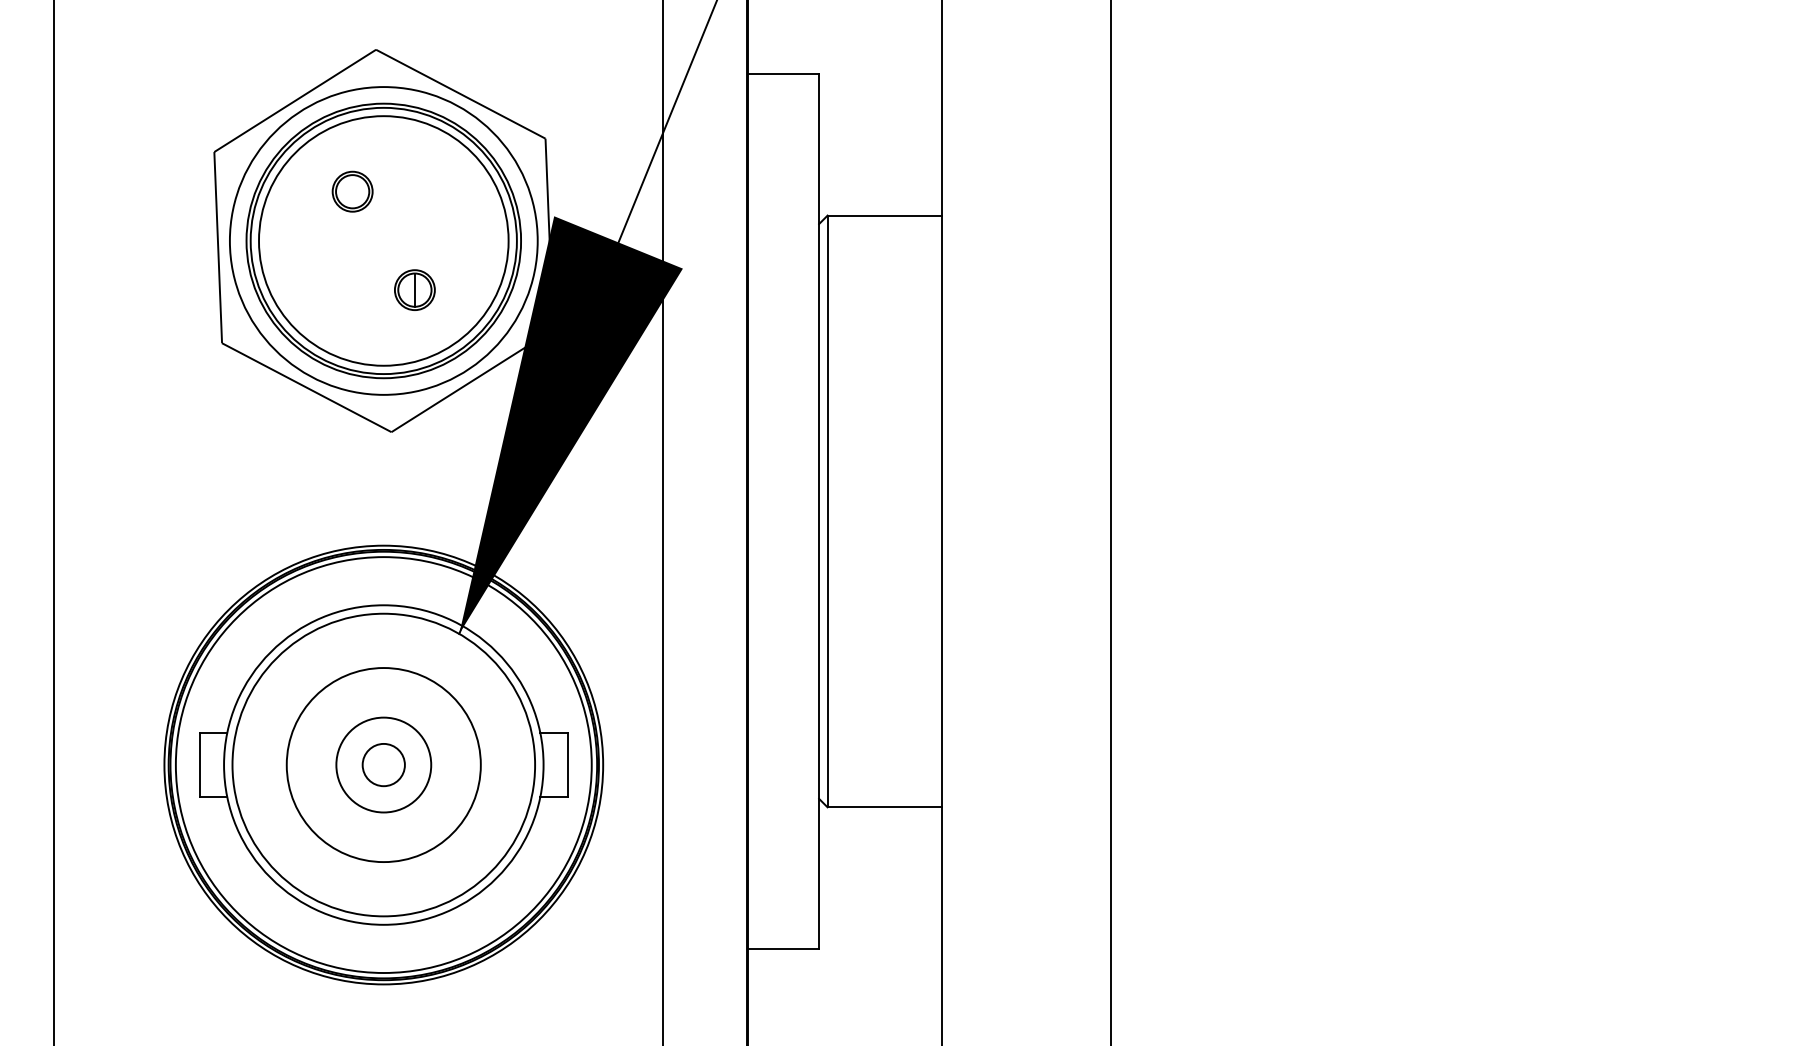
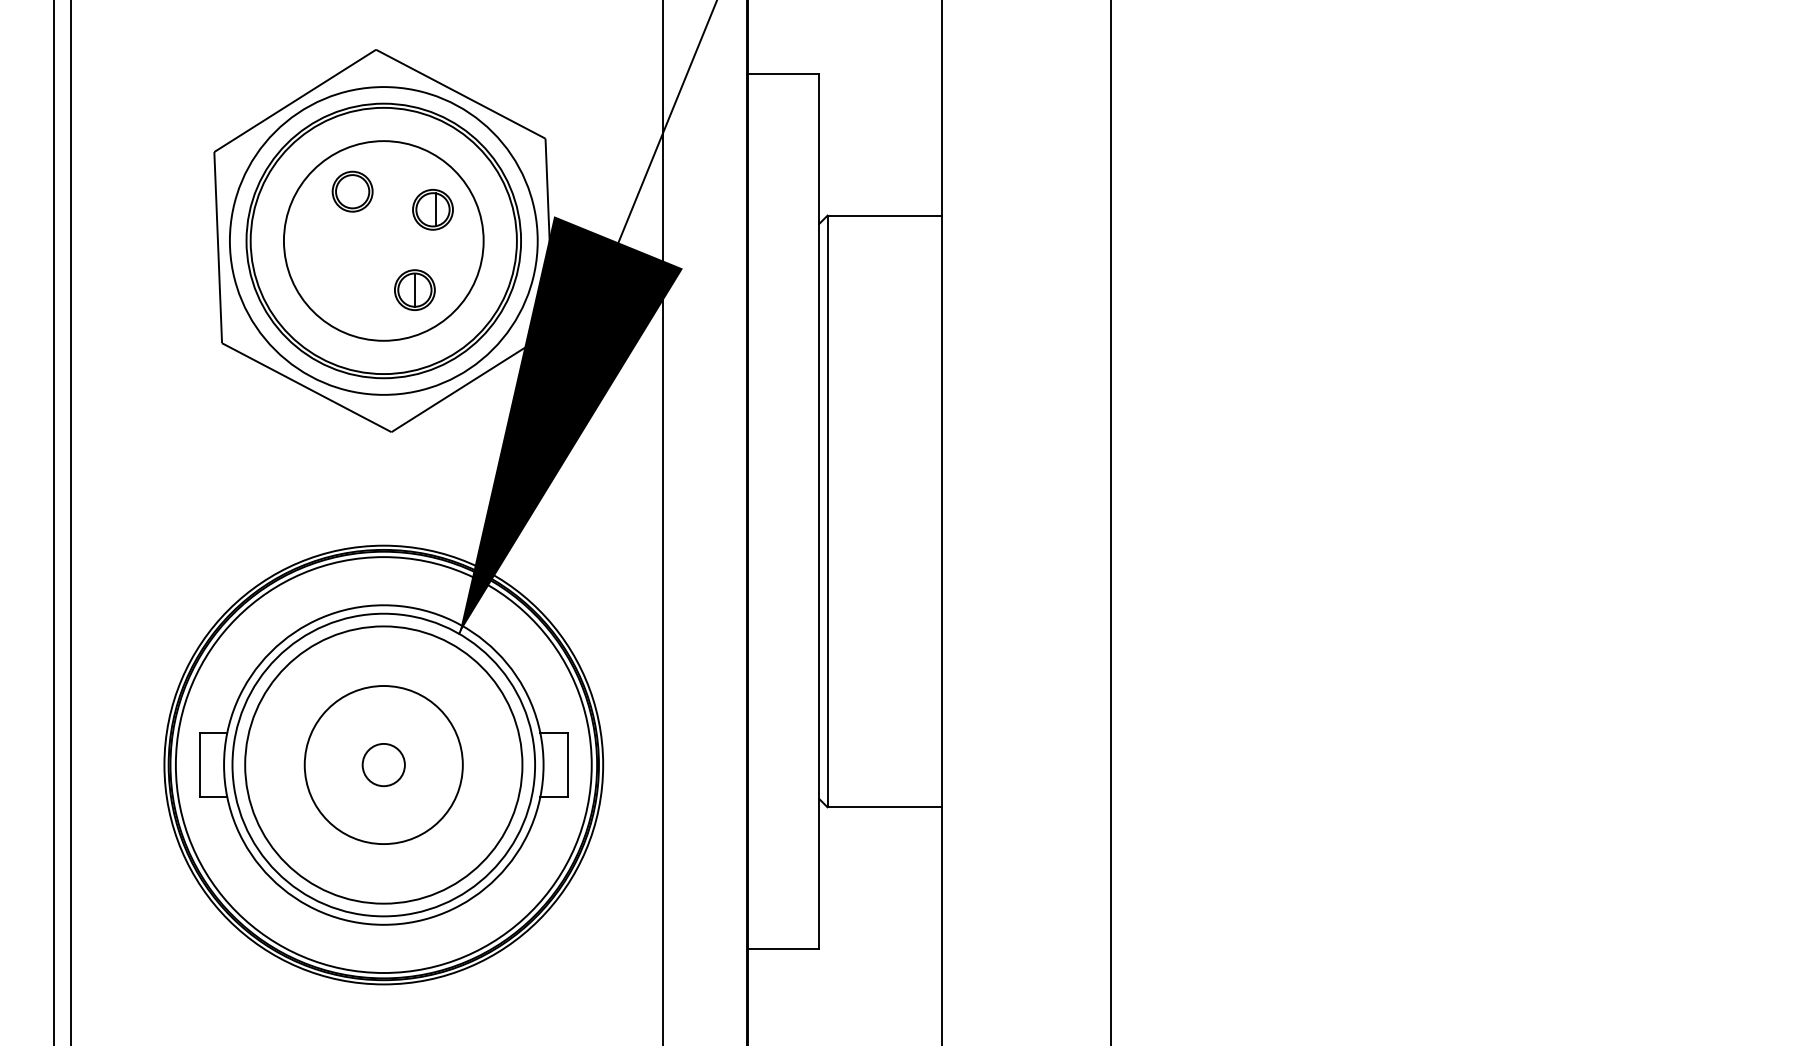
part at (432, 209): none -> present
circle at (383, 240) diameter: 250 px -> 200 px
line at (71, 522): none -> present
circle at (383, 764) diameter: 95 px -> 158 px
circle at (383, 765) diameter: 194 px -> 277 px
